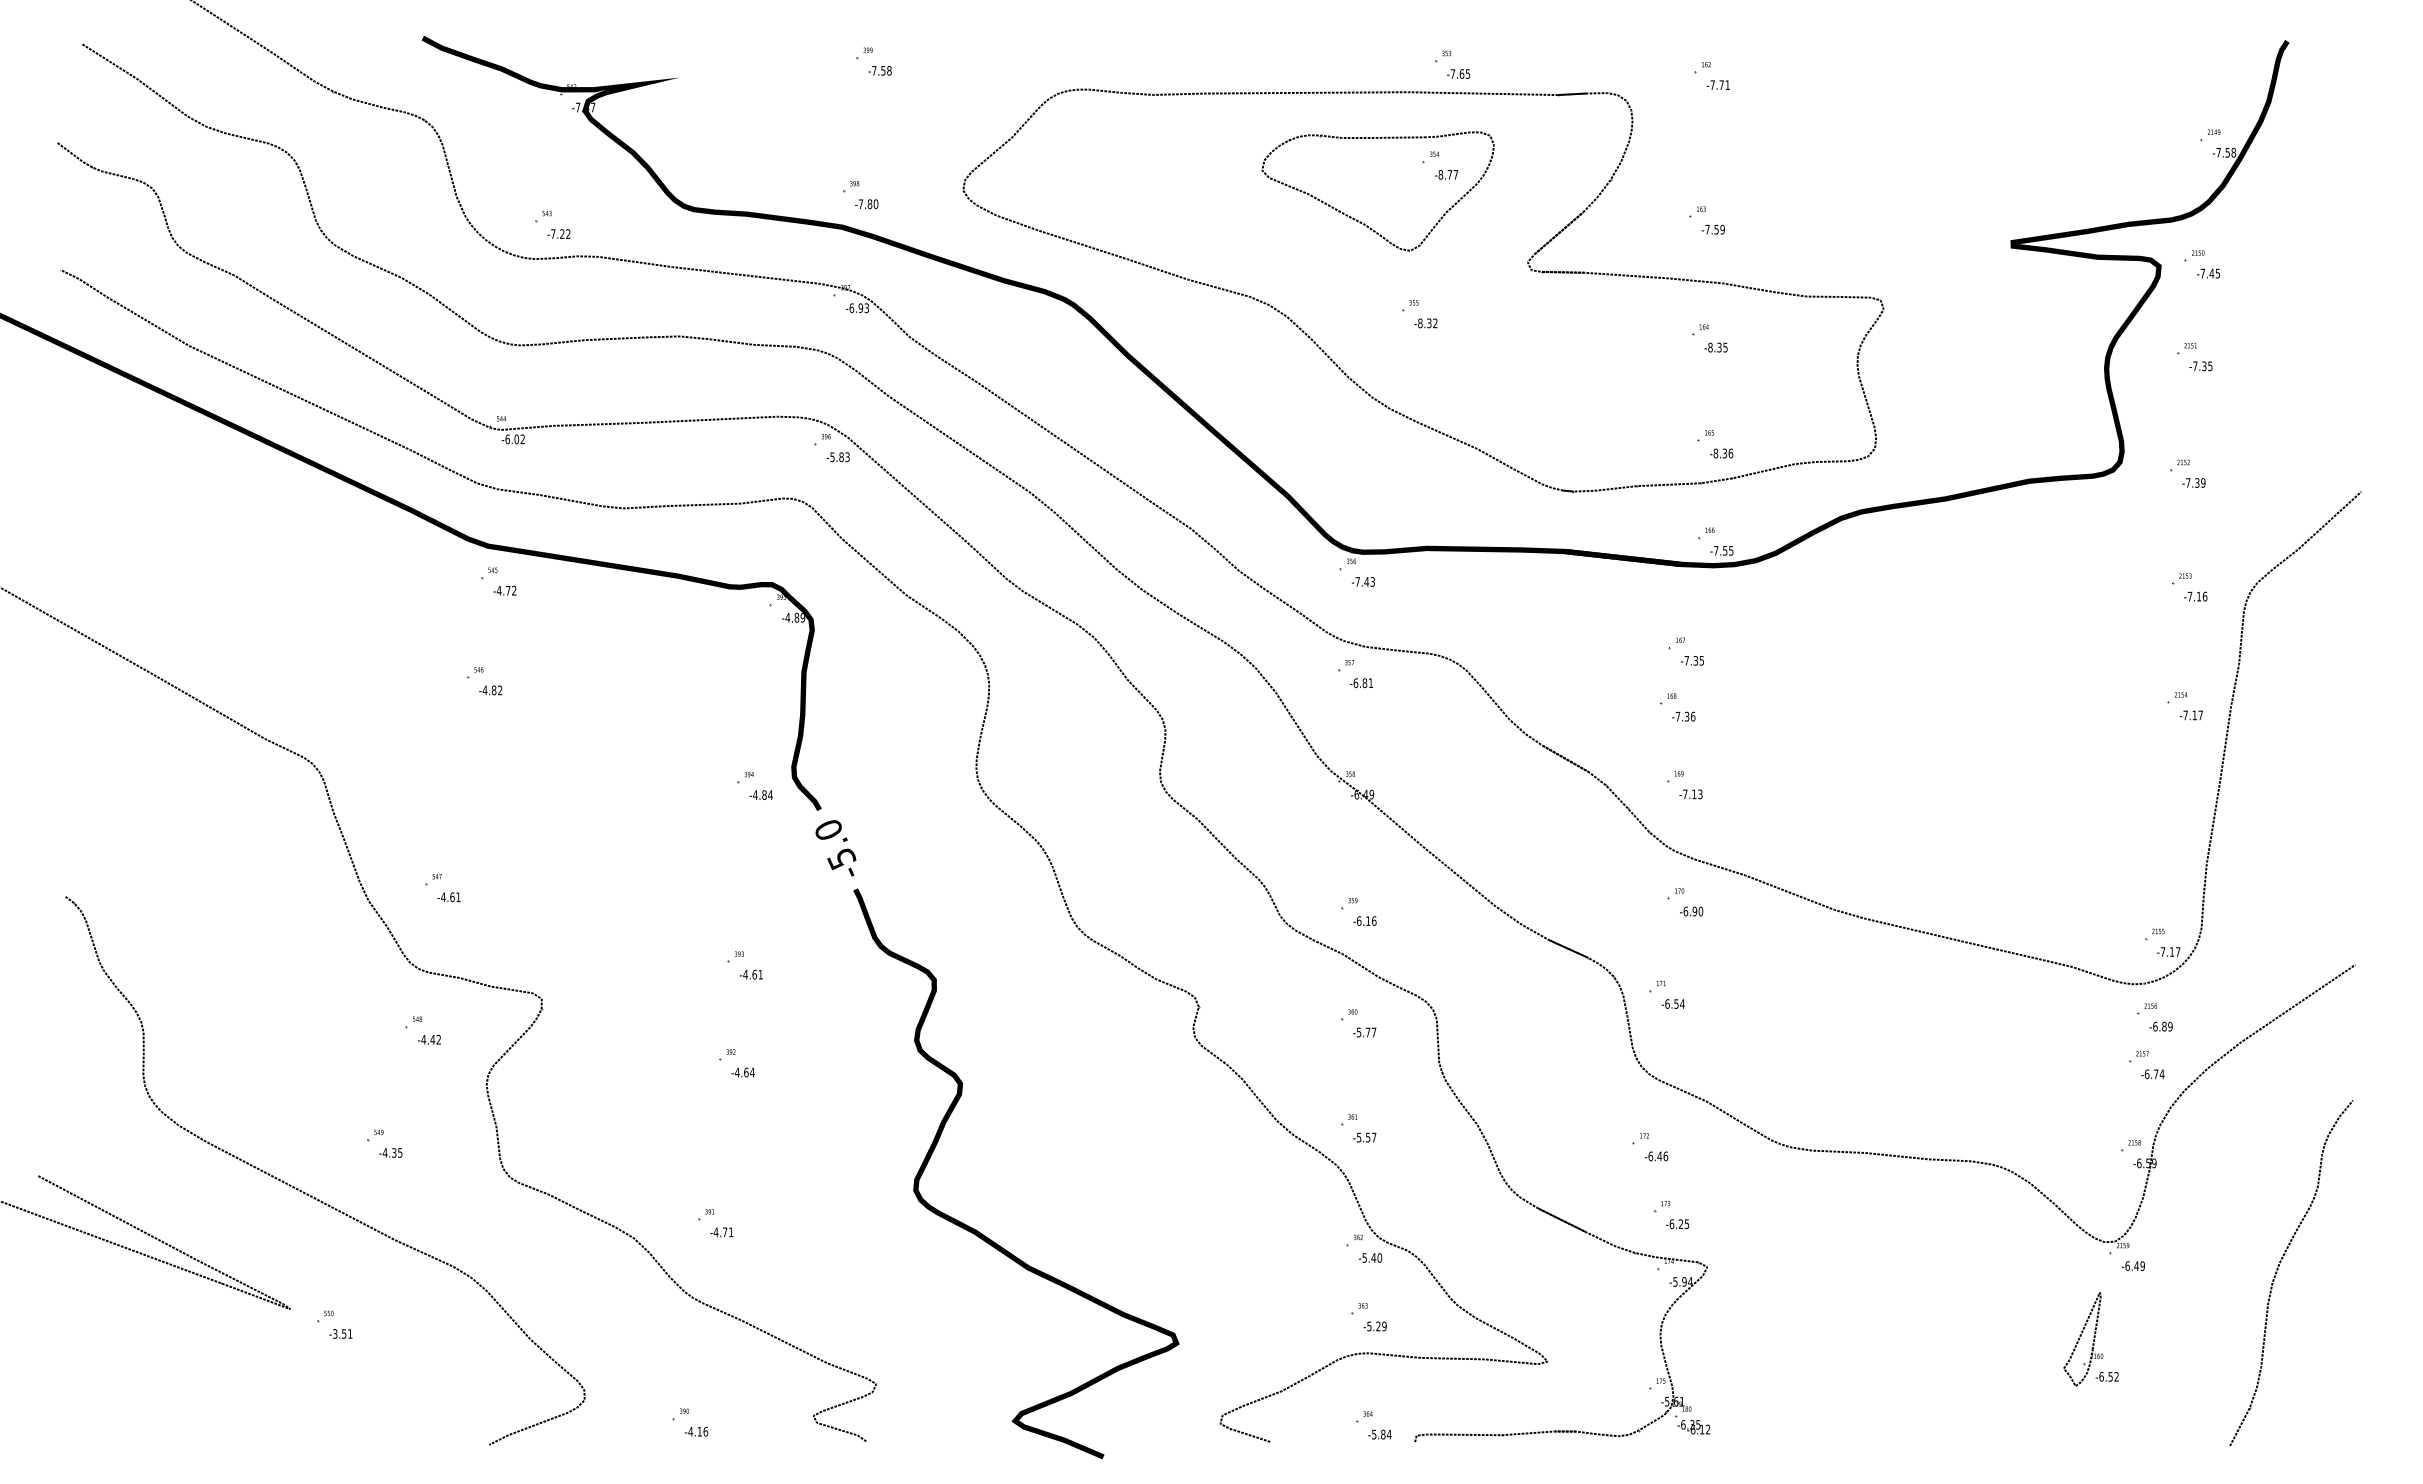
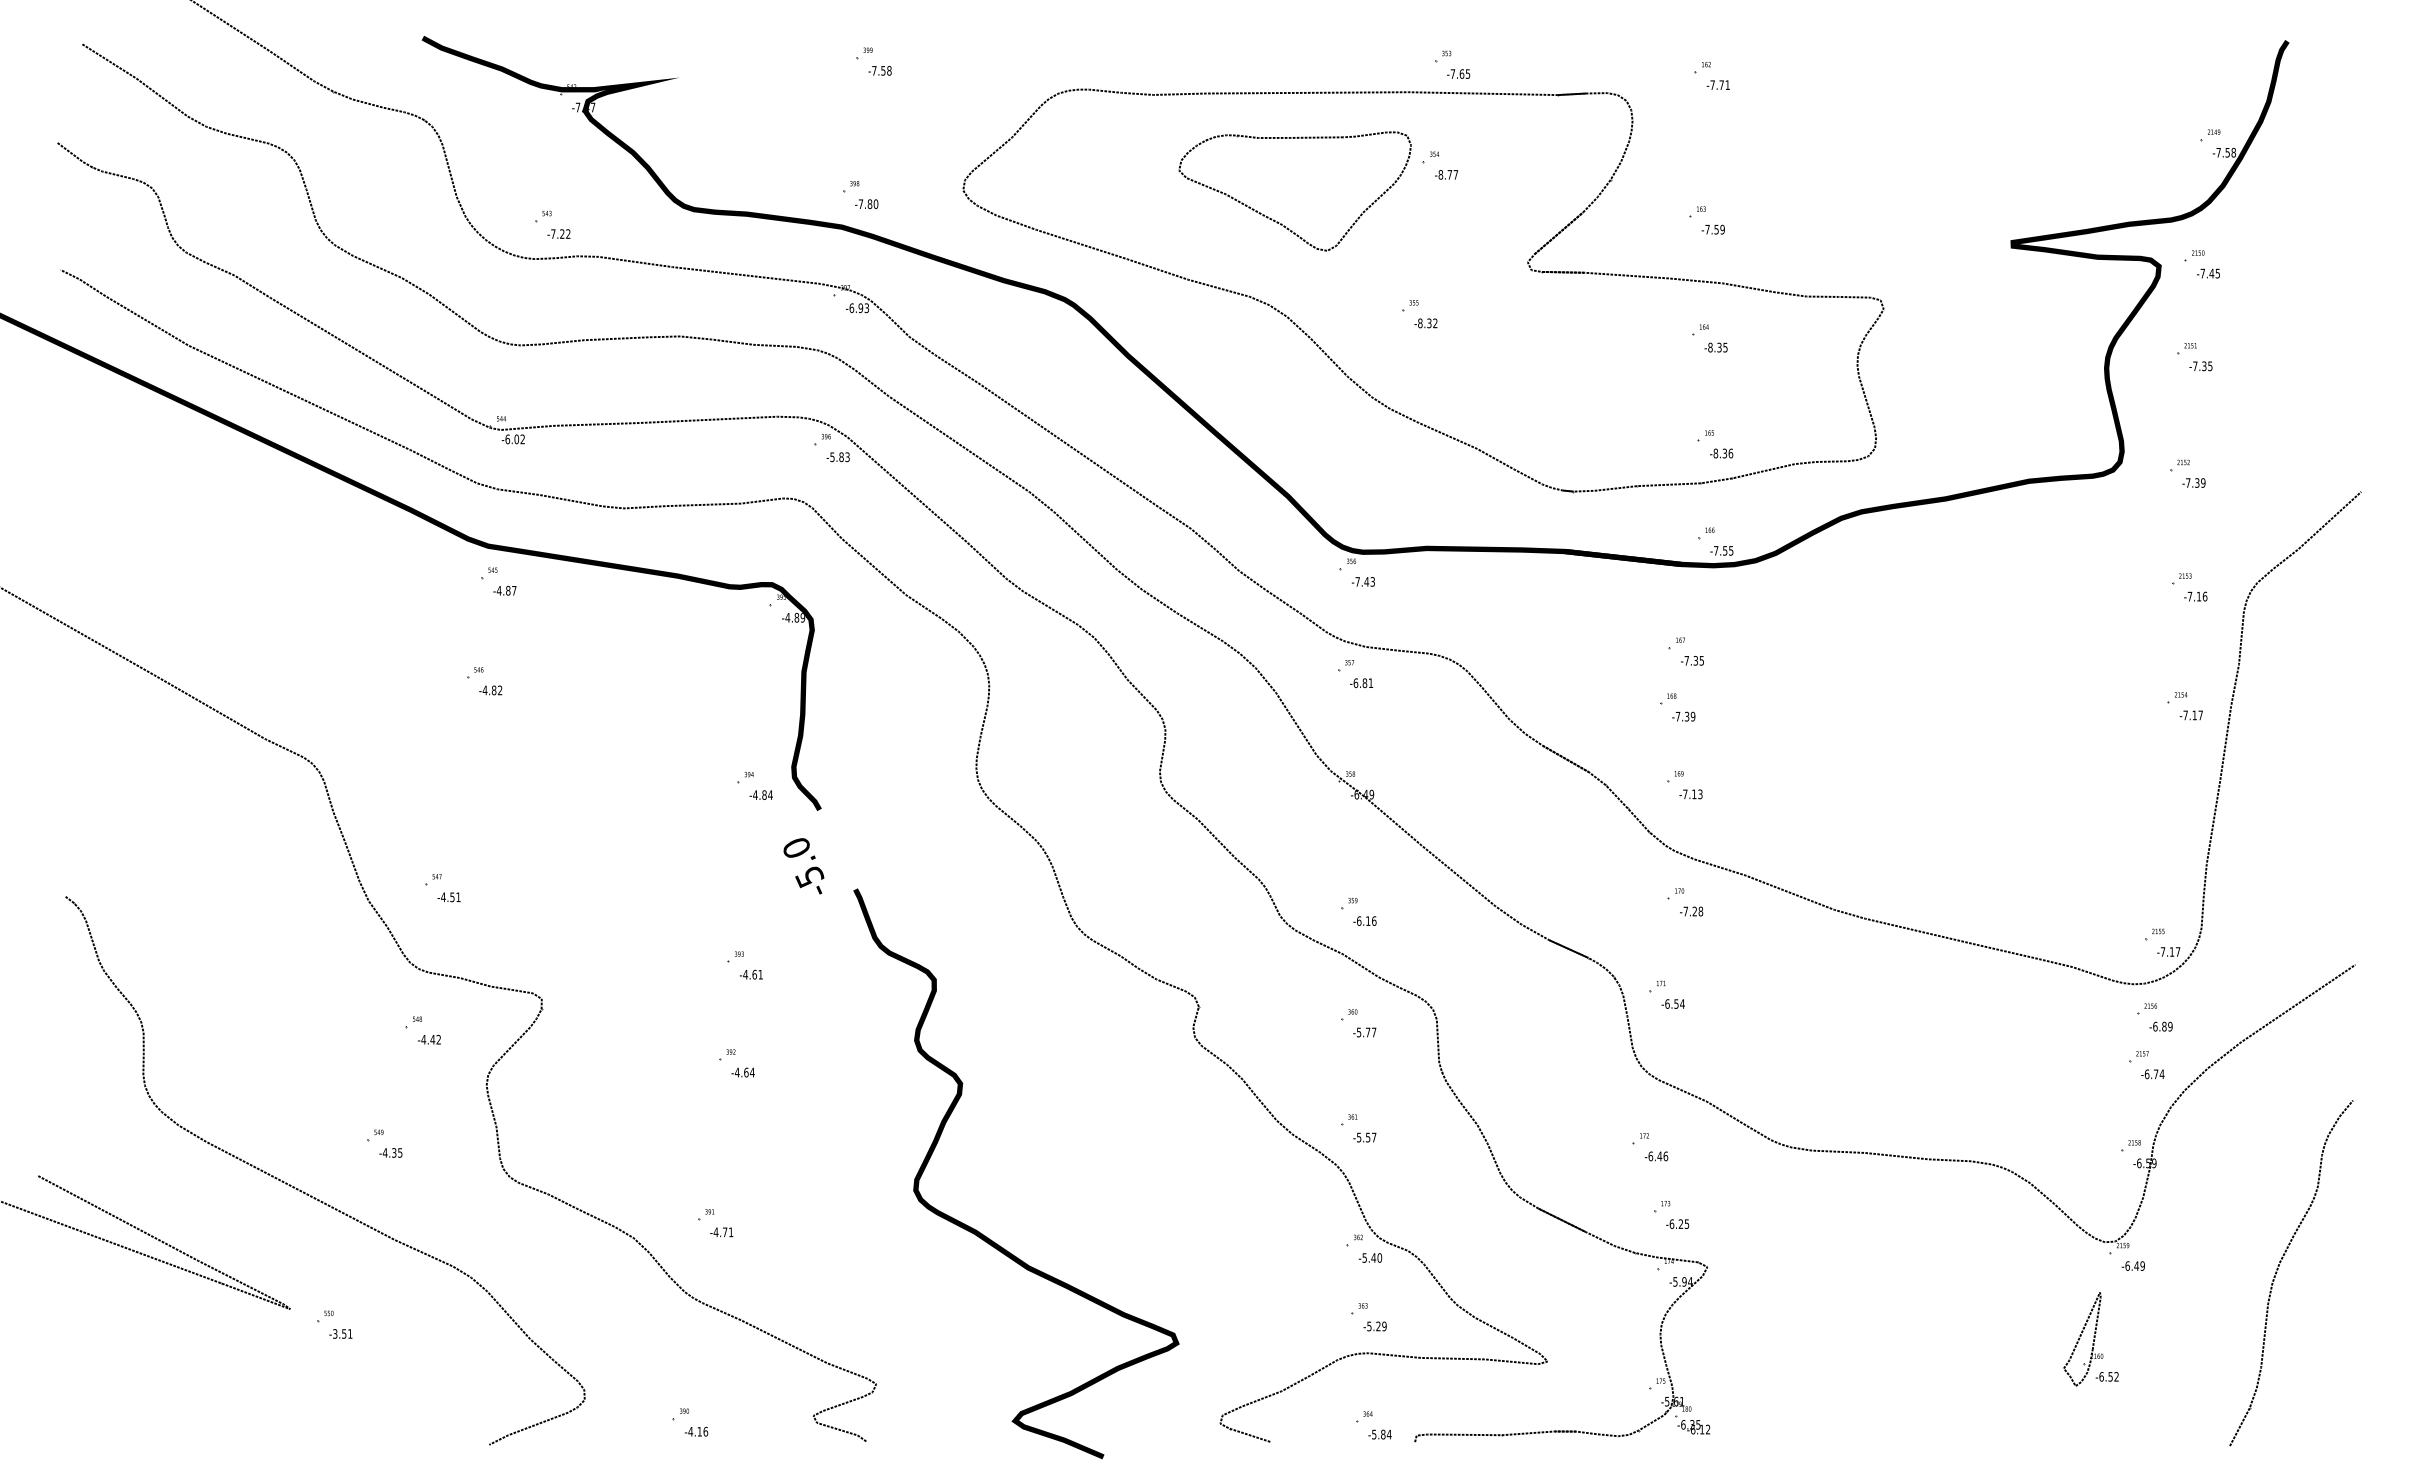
part at (1357, 219) position: (1357, 219) -> (1274, 219)
text at (511, 590): -4.72 -> -4.87
text at (1692, 716): -7.36 -> -7.39
text at (835, 848) position: (835, 848) -> (803, 866)
text at (452, 897): -4.61 -> -4.51
text at (1693, 911): -6.90 -> -7.28
